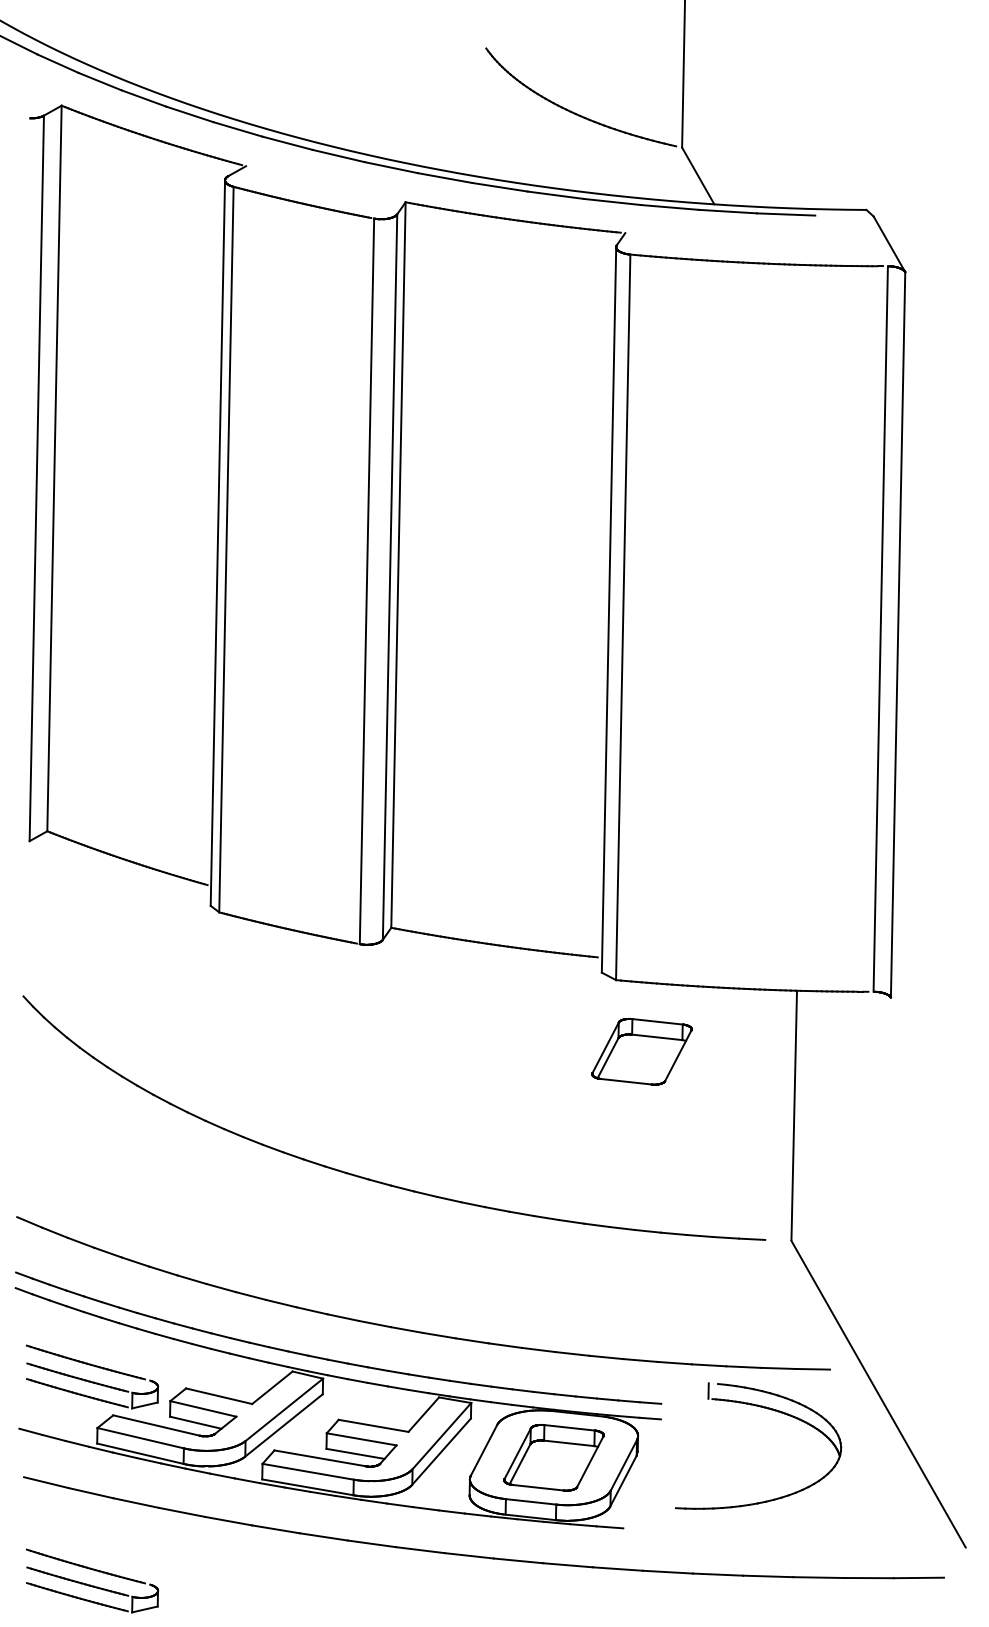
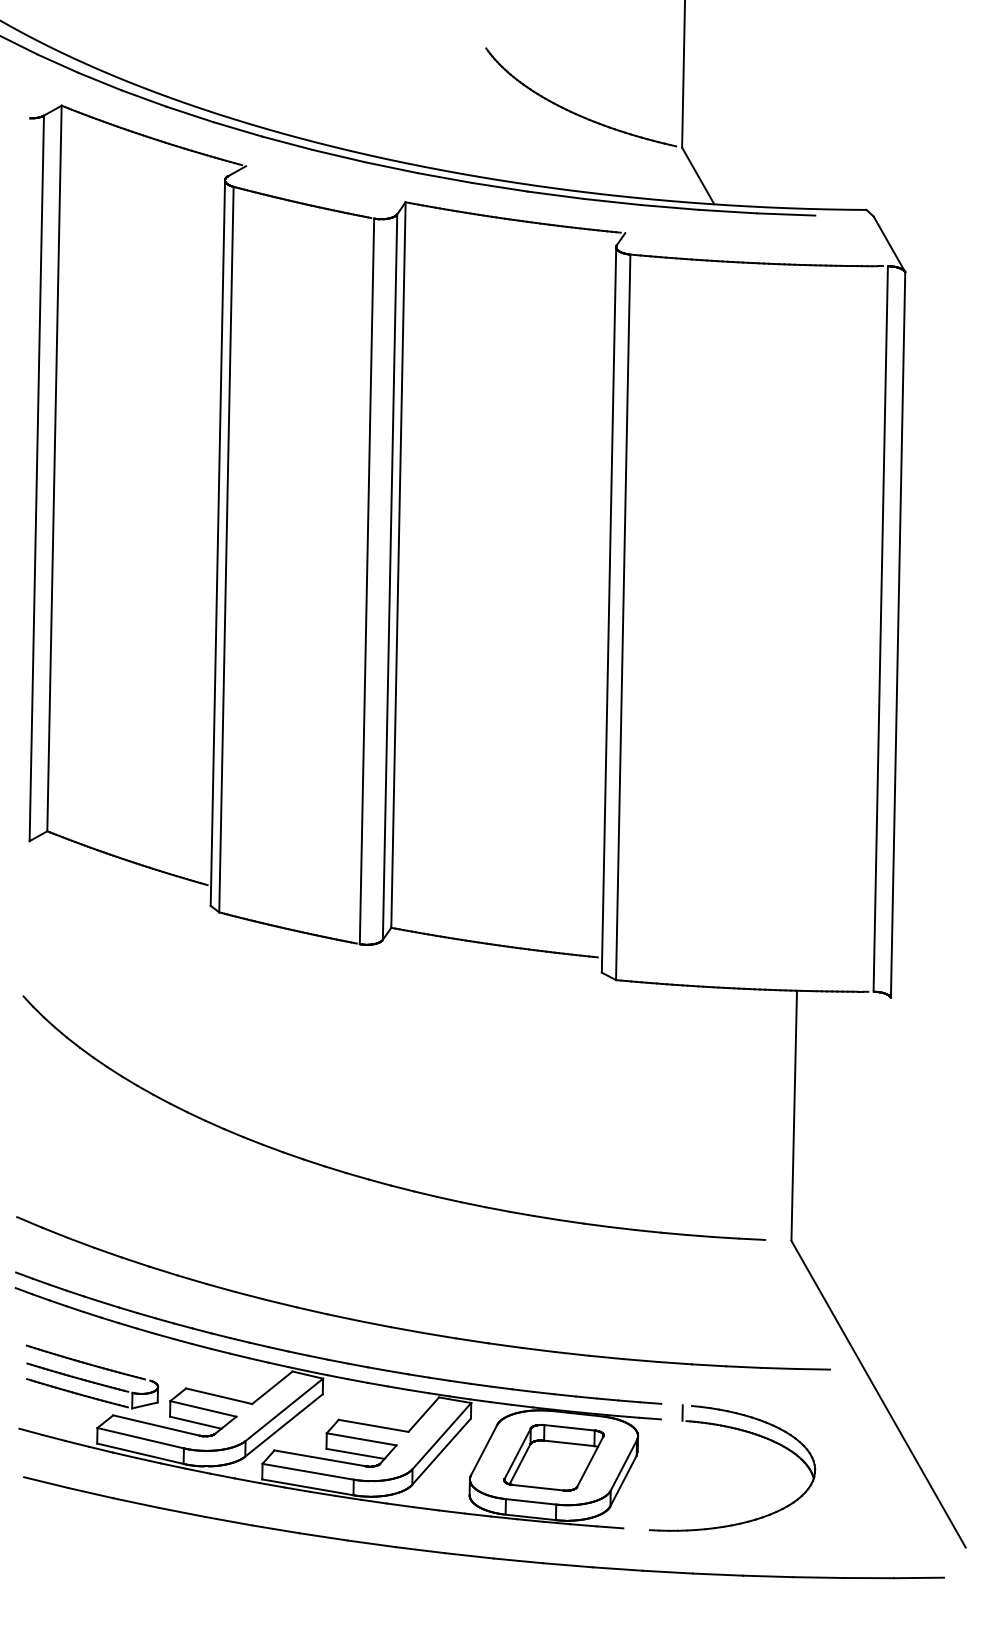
part at (641, 1051): present -> none
part at (767, 1409) position: (767, 1409) -> (741, 1431)
part at (92, 1580): present -> none
